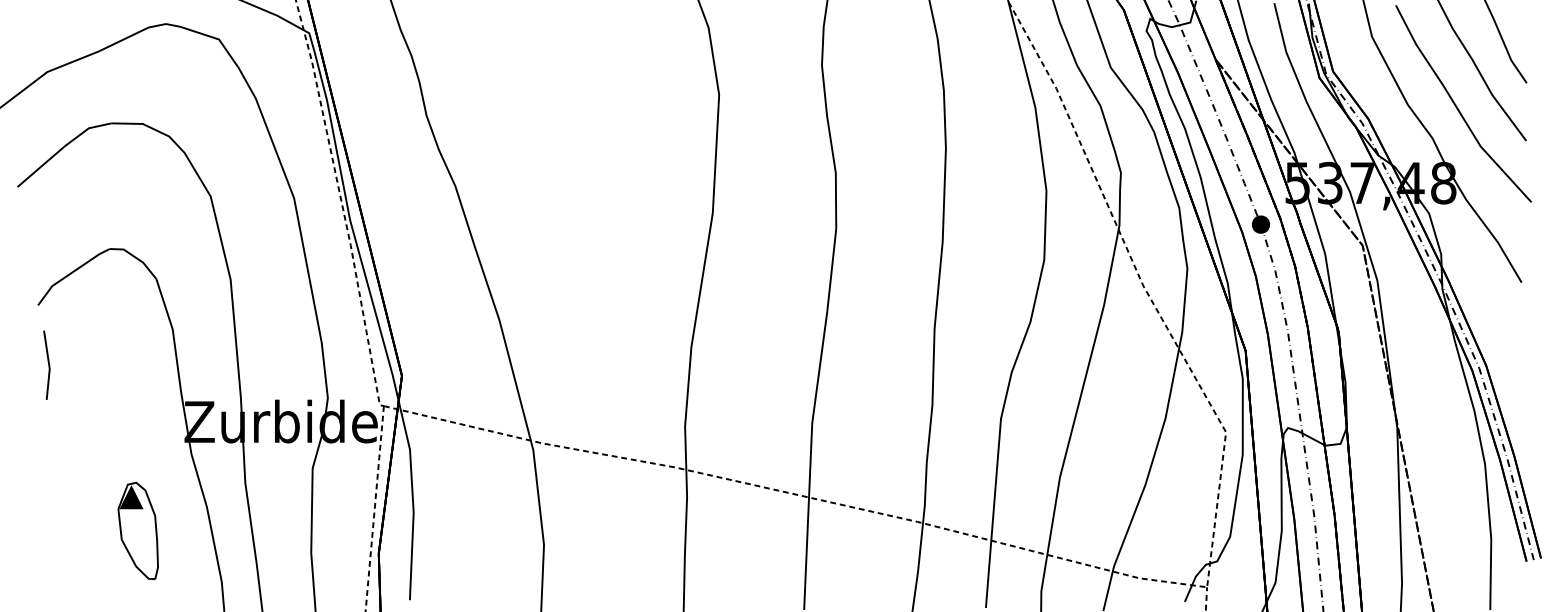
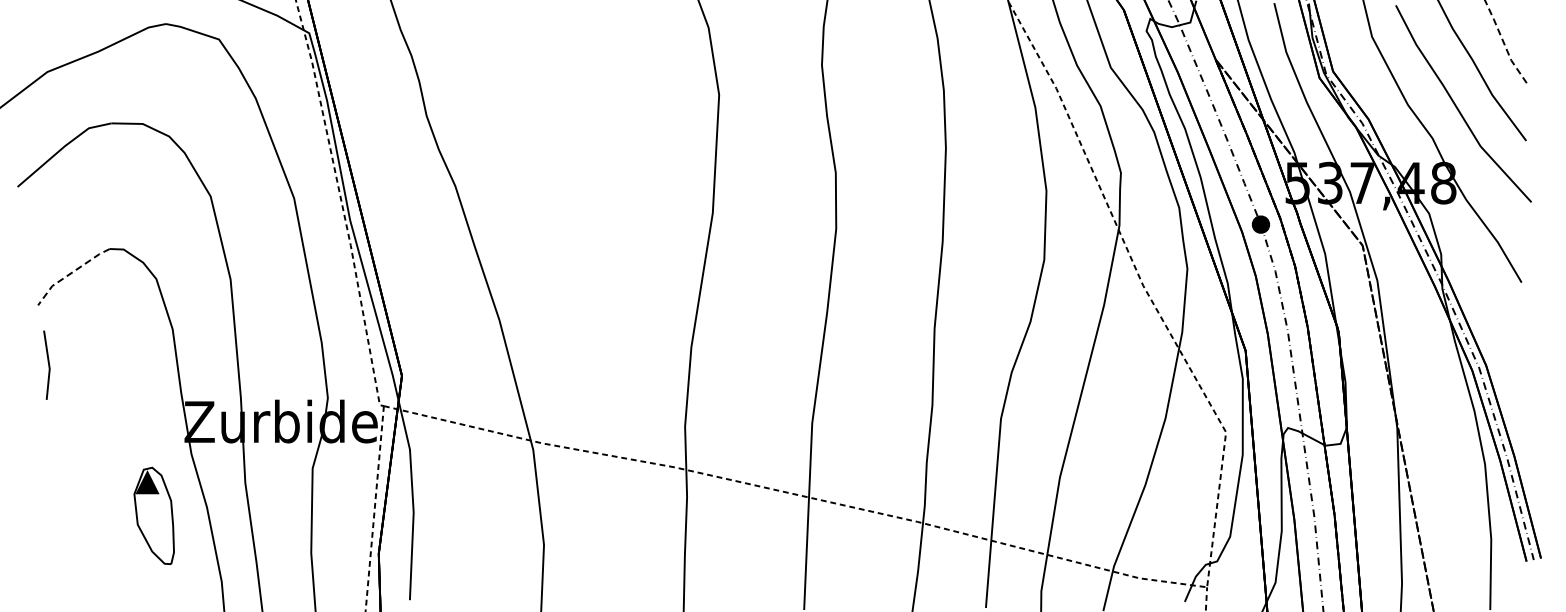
line at (1503, 42): solid -> dashed
line at (70, 273): solid -> dashed
part at (137, 530) position: (137, 530) -> (153, 515)
